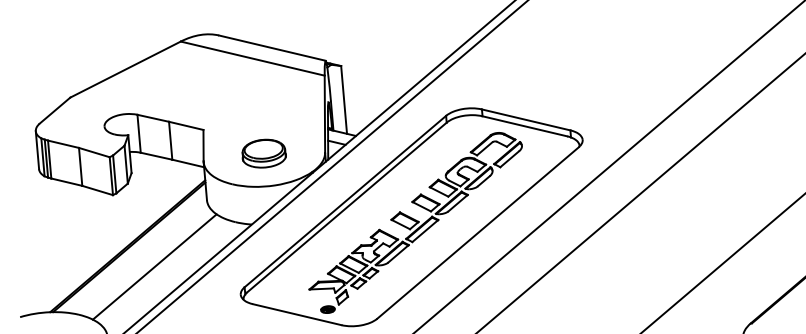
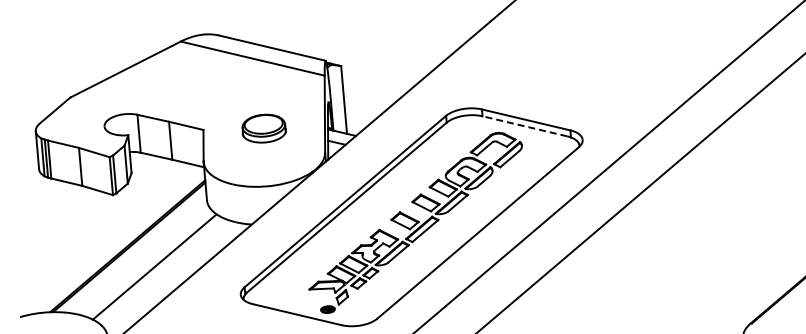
line at (524, 126): solid -> dashed
part at (263, 153) position: (263, 153) -> (263, 128)
line at (332, 166): present -> none
line at (723, 263): present -> none
